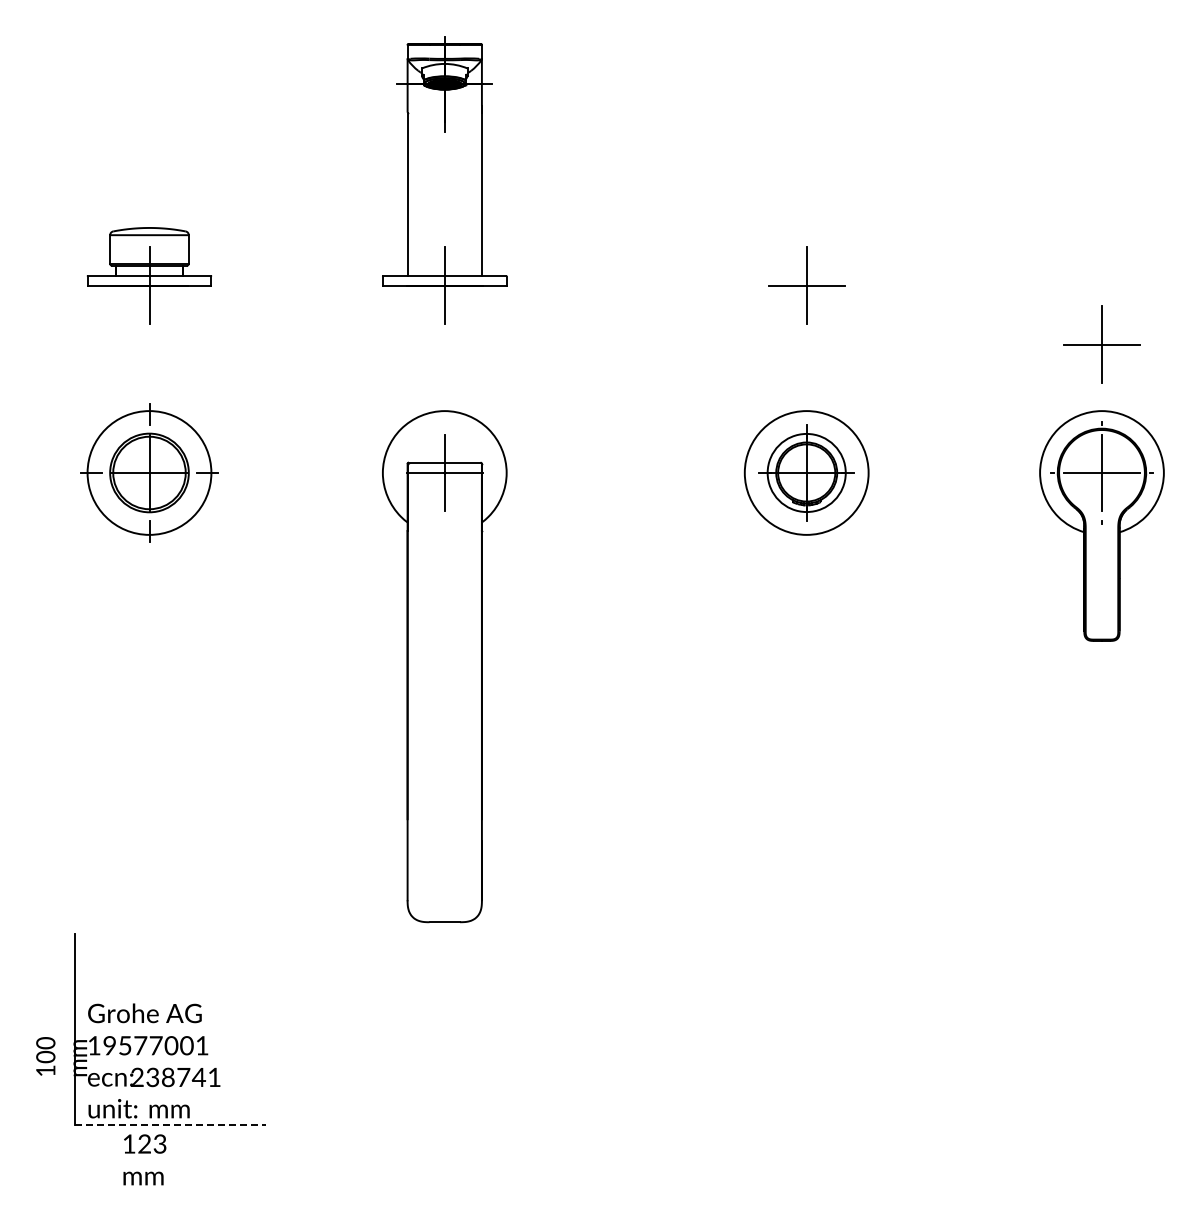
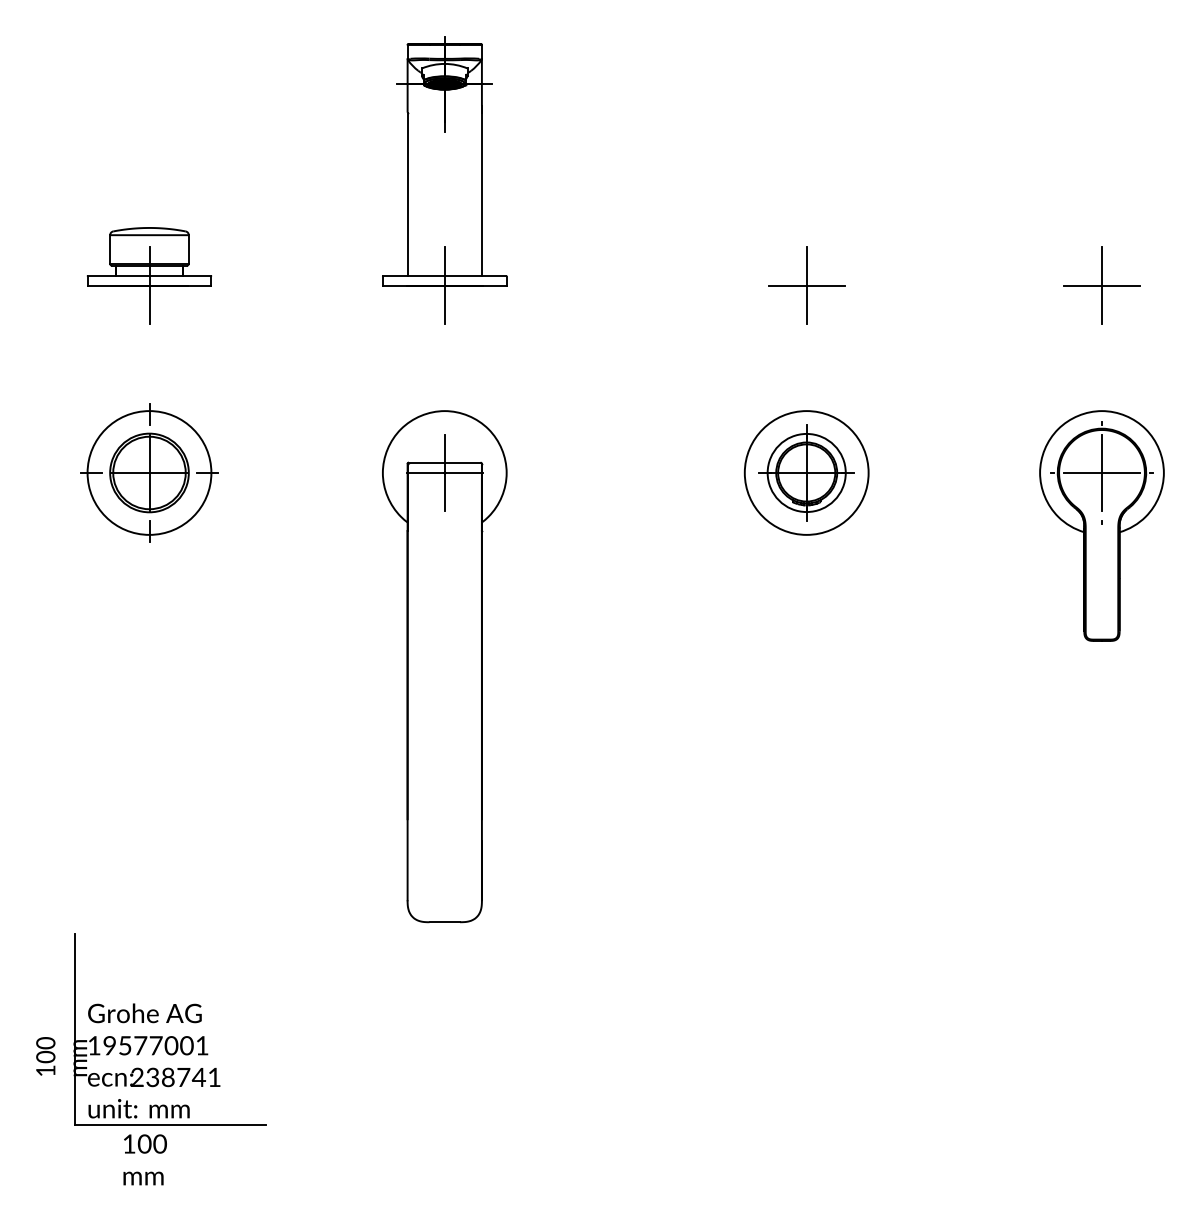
part at (1101, 344) position: (1101, 344) -> (1101, 285)
line at (171, 1124): dashed -> solid
text at (151, 1143): 123 -> 100
